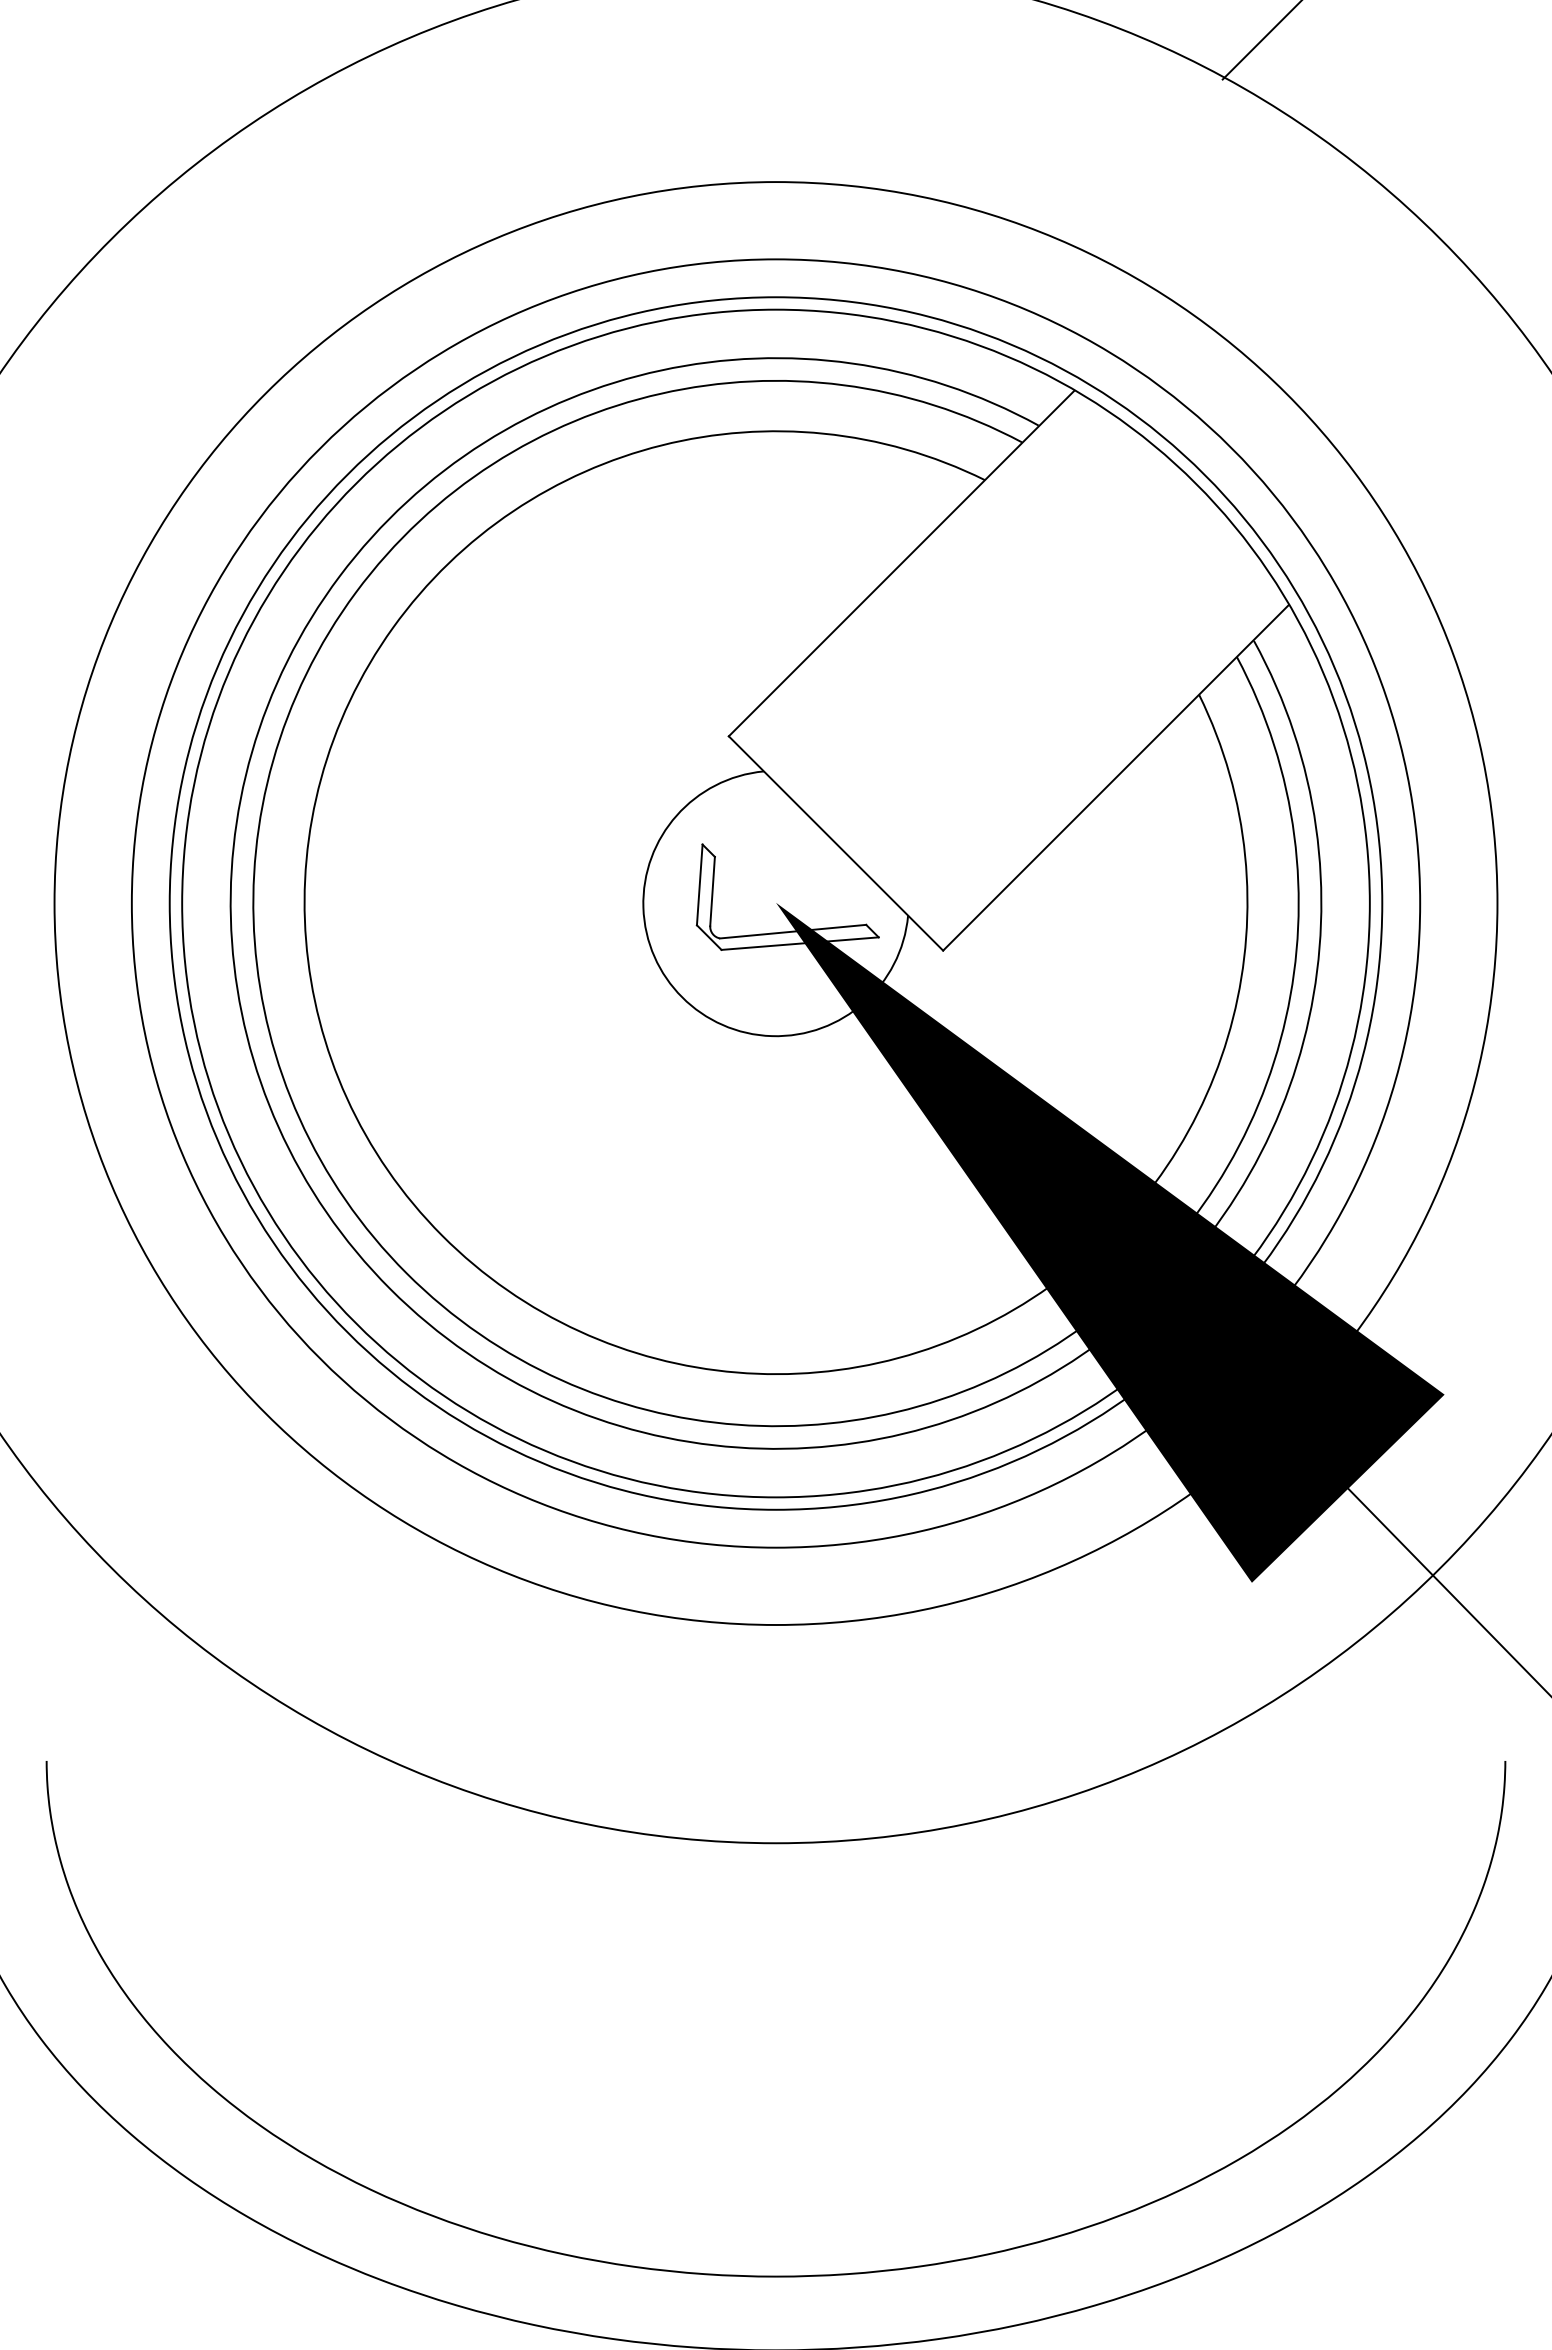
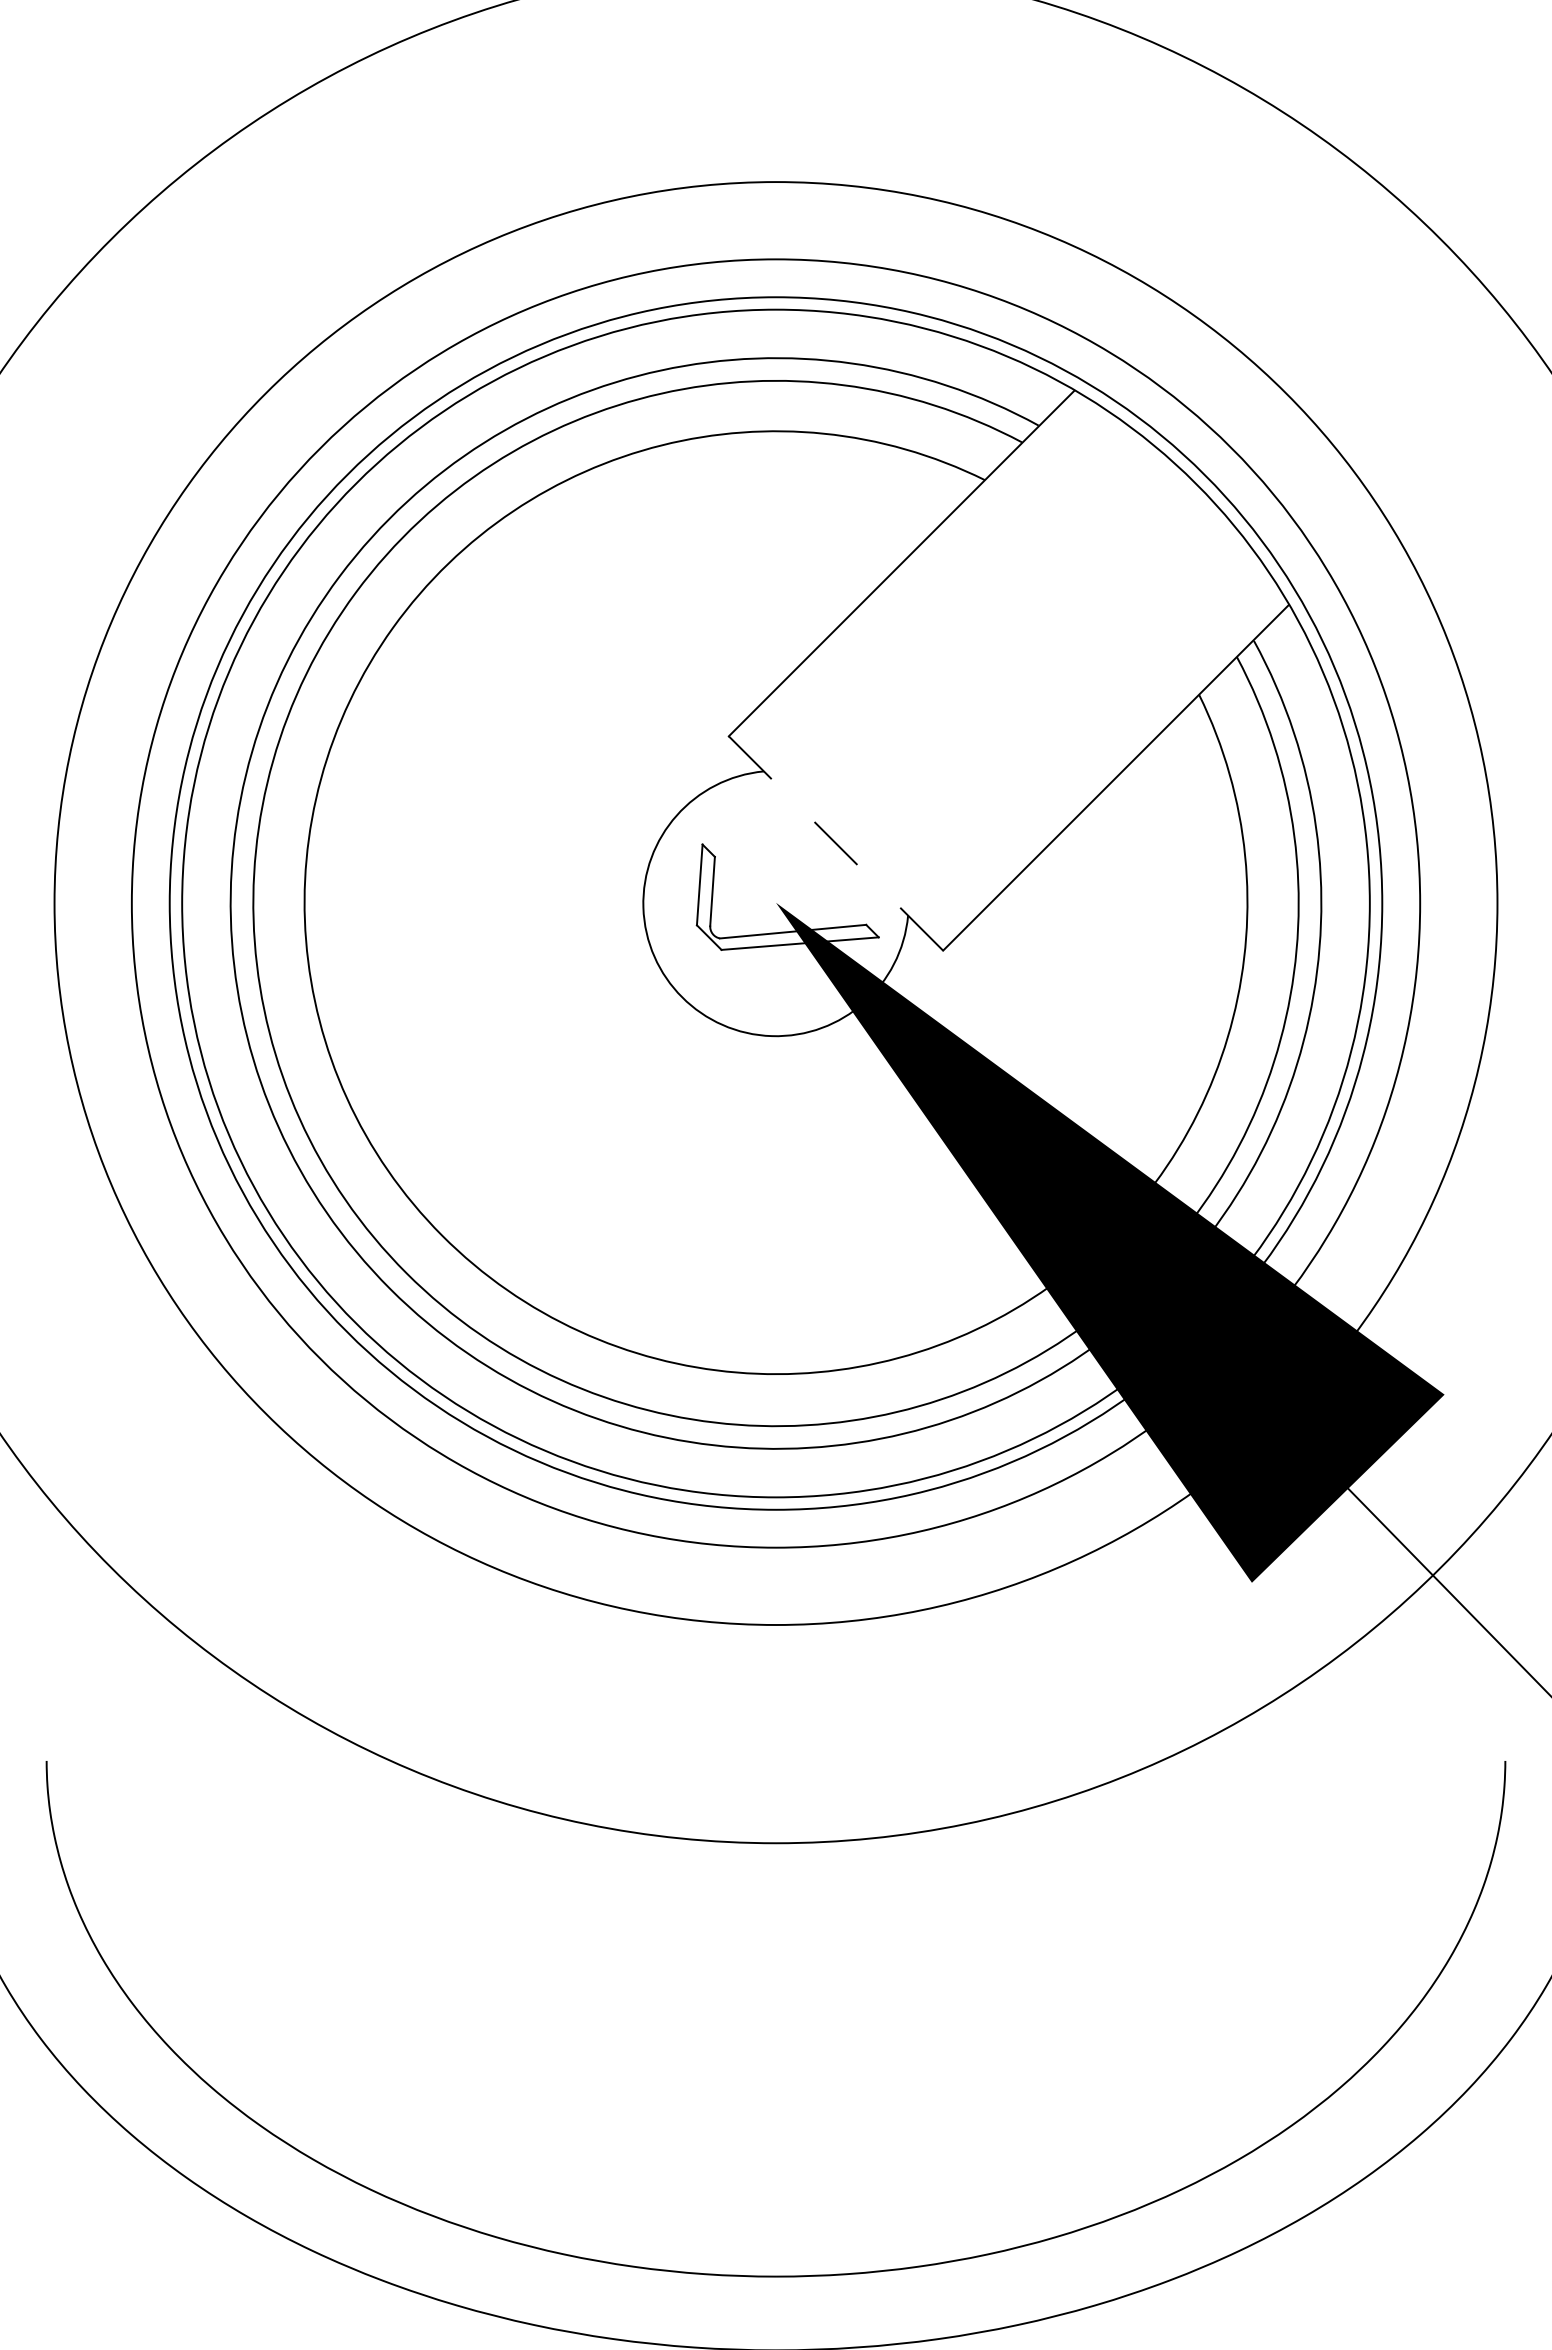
line at (1260, 40): present -> none
line at (836, 843): solid -> dashed
